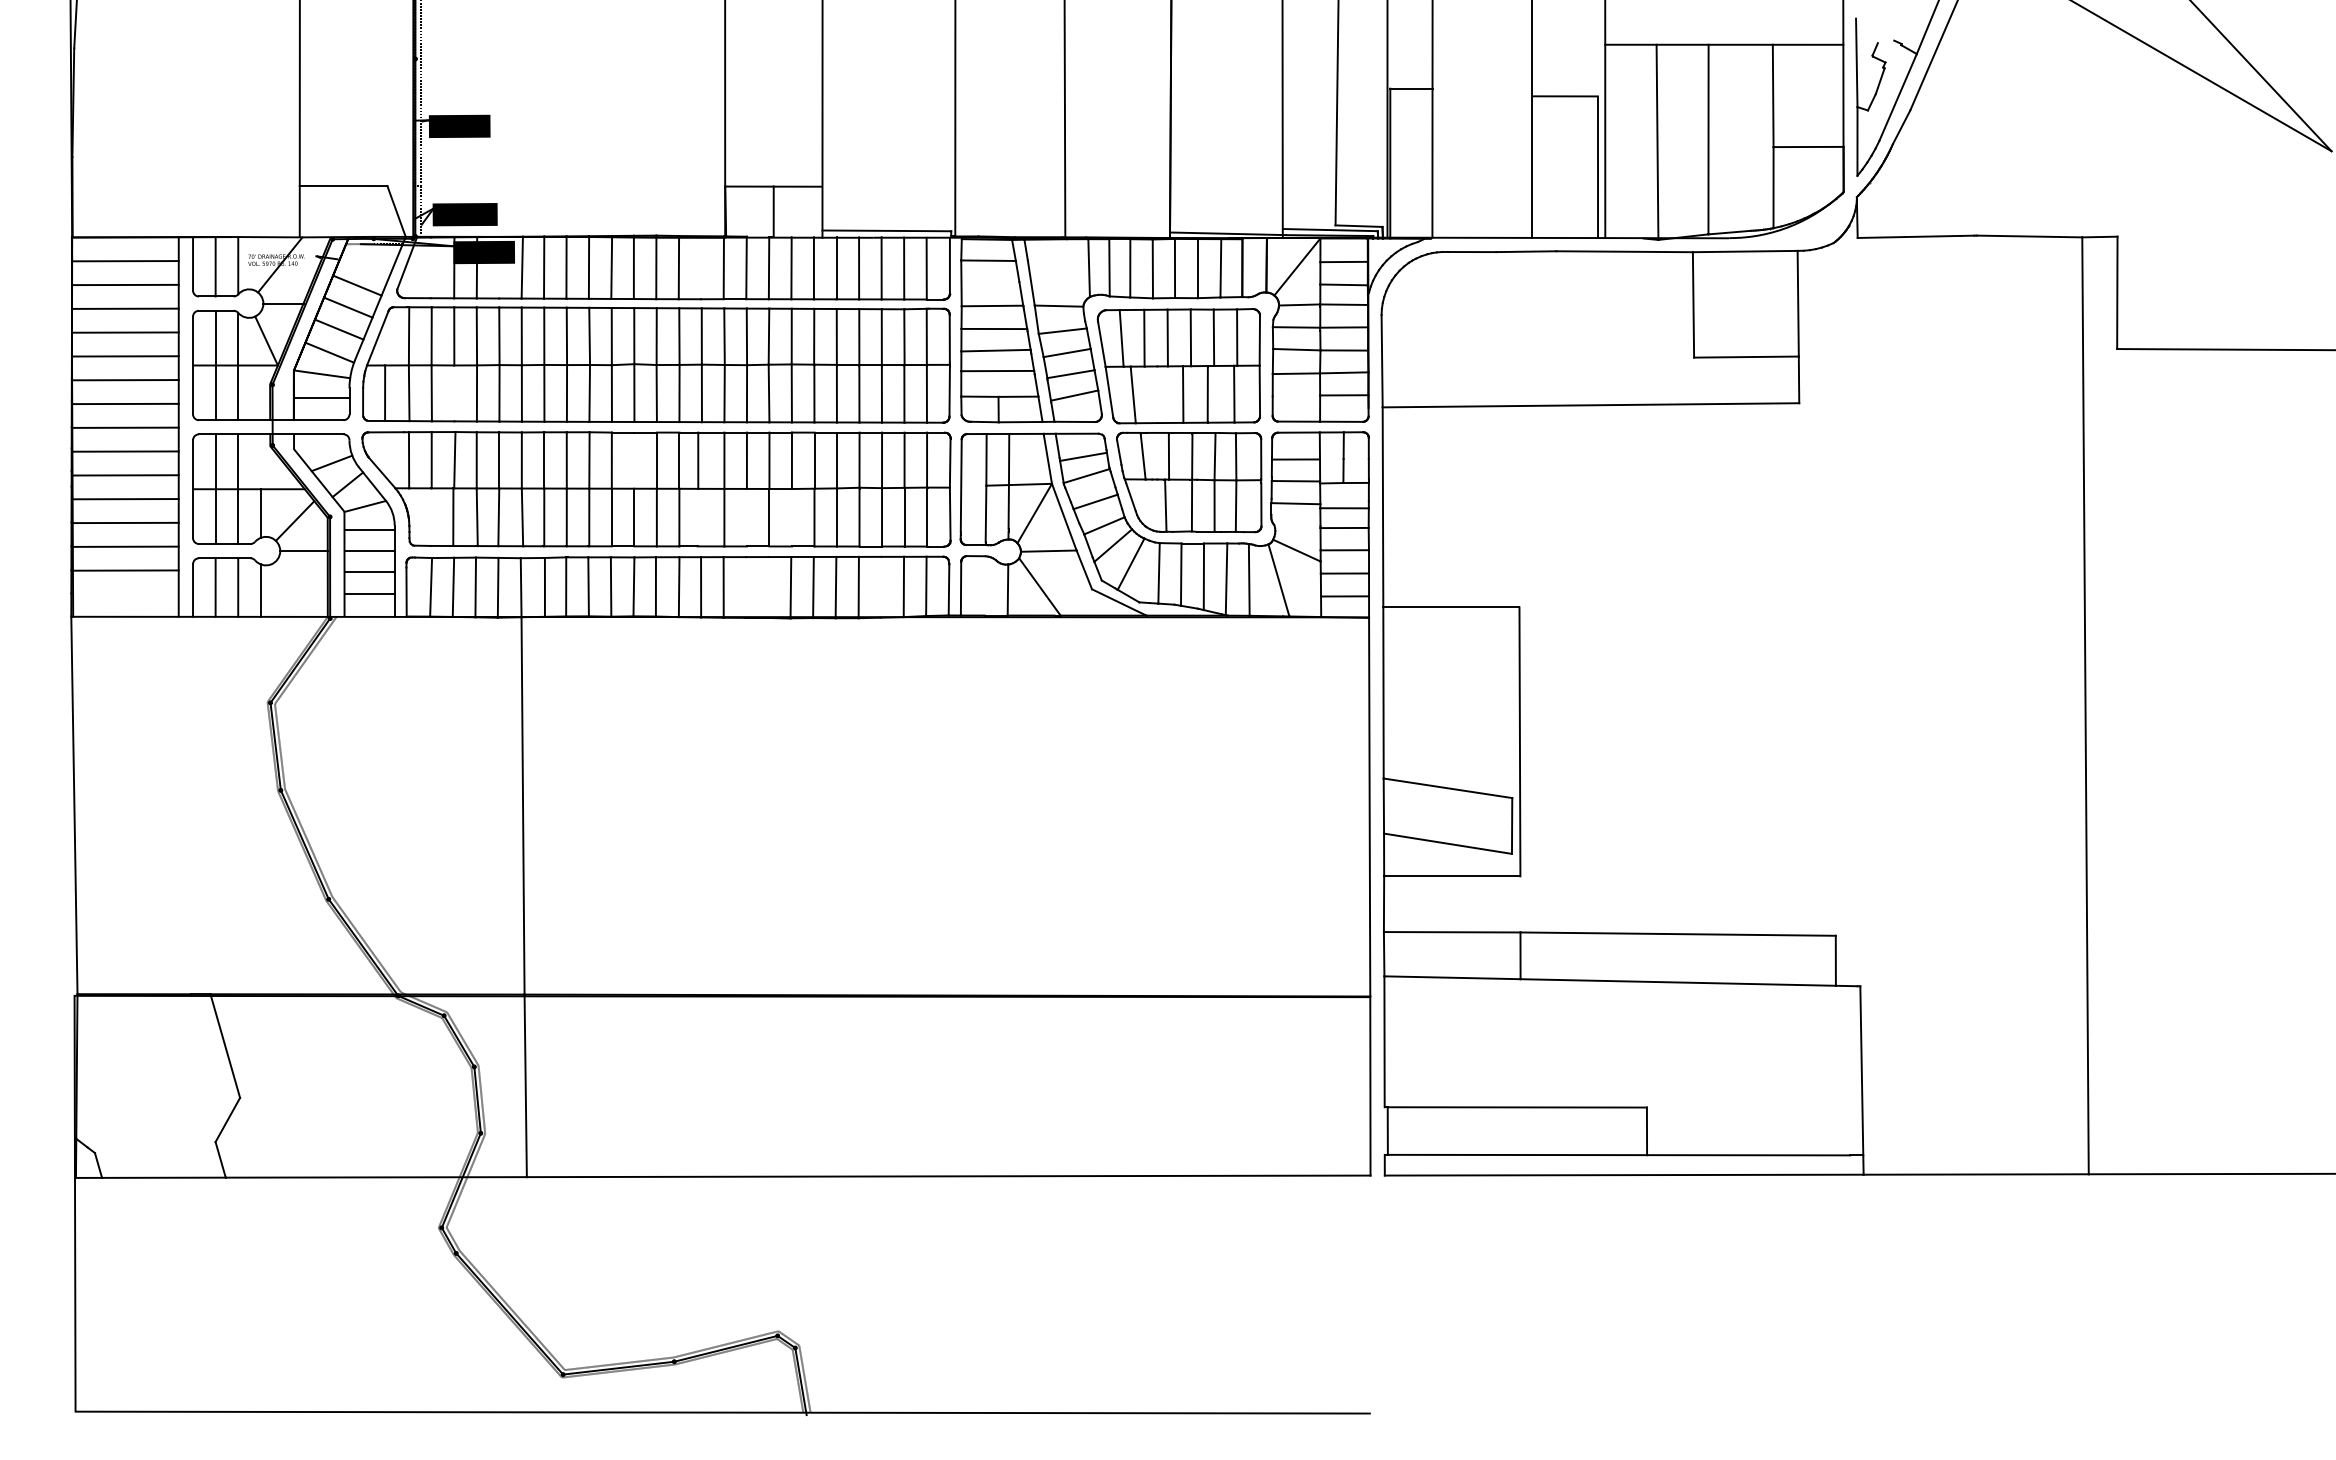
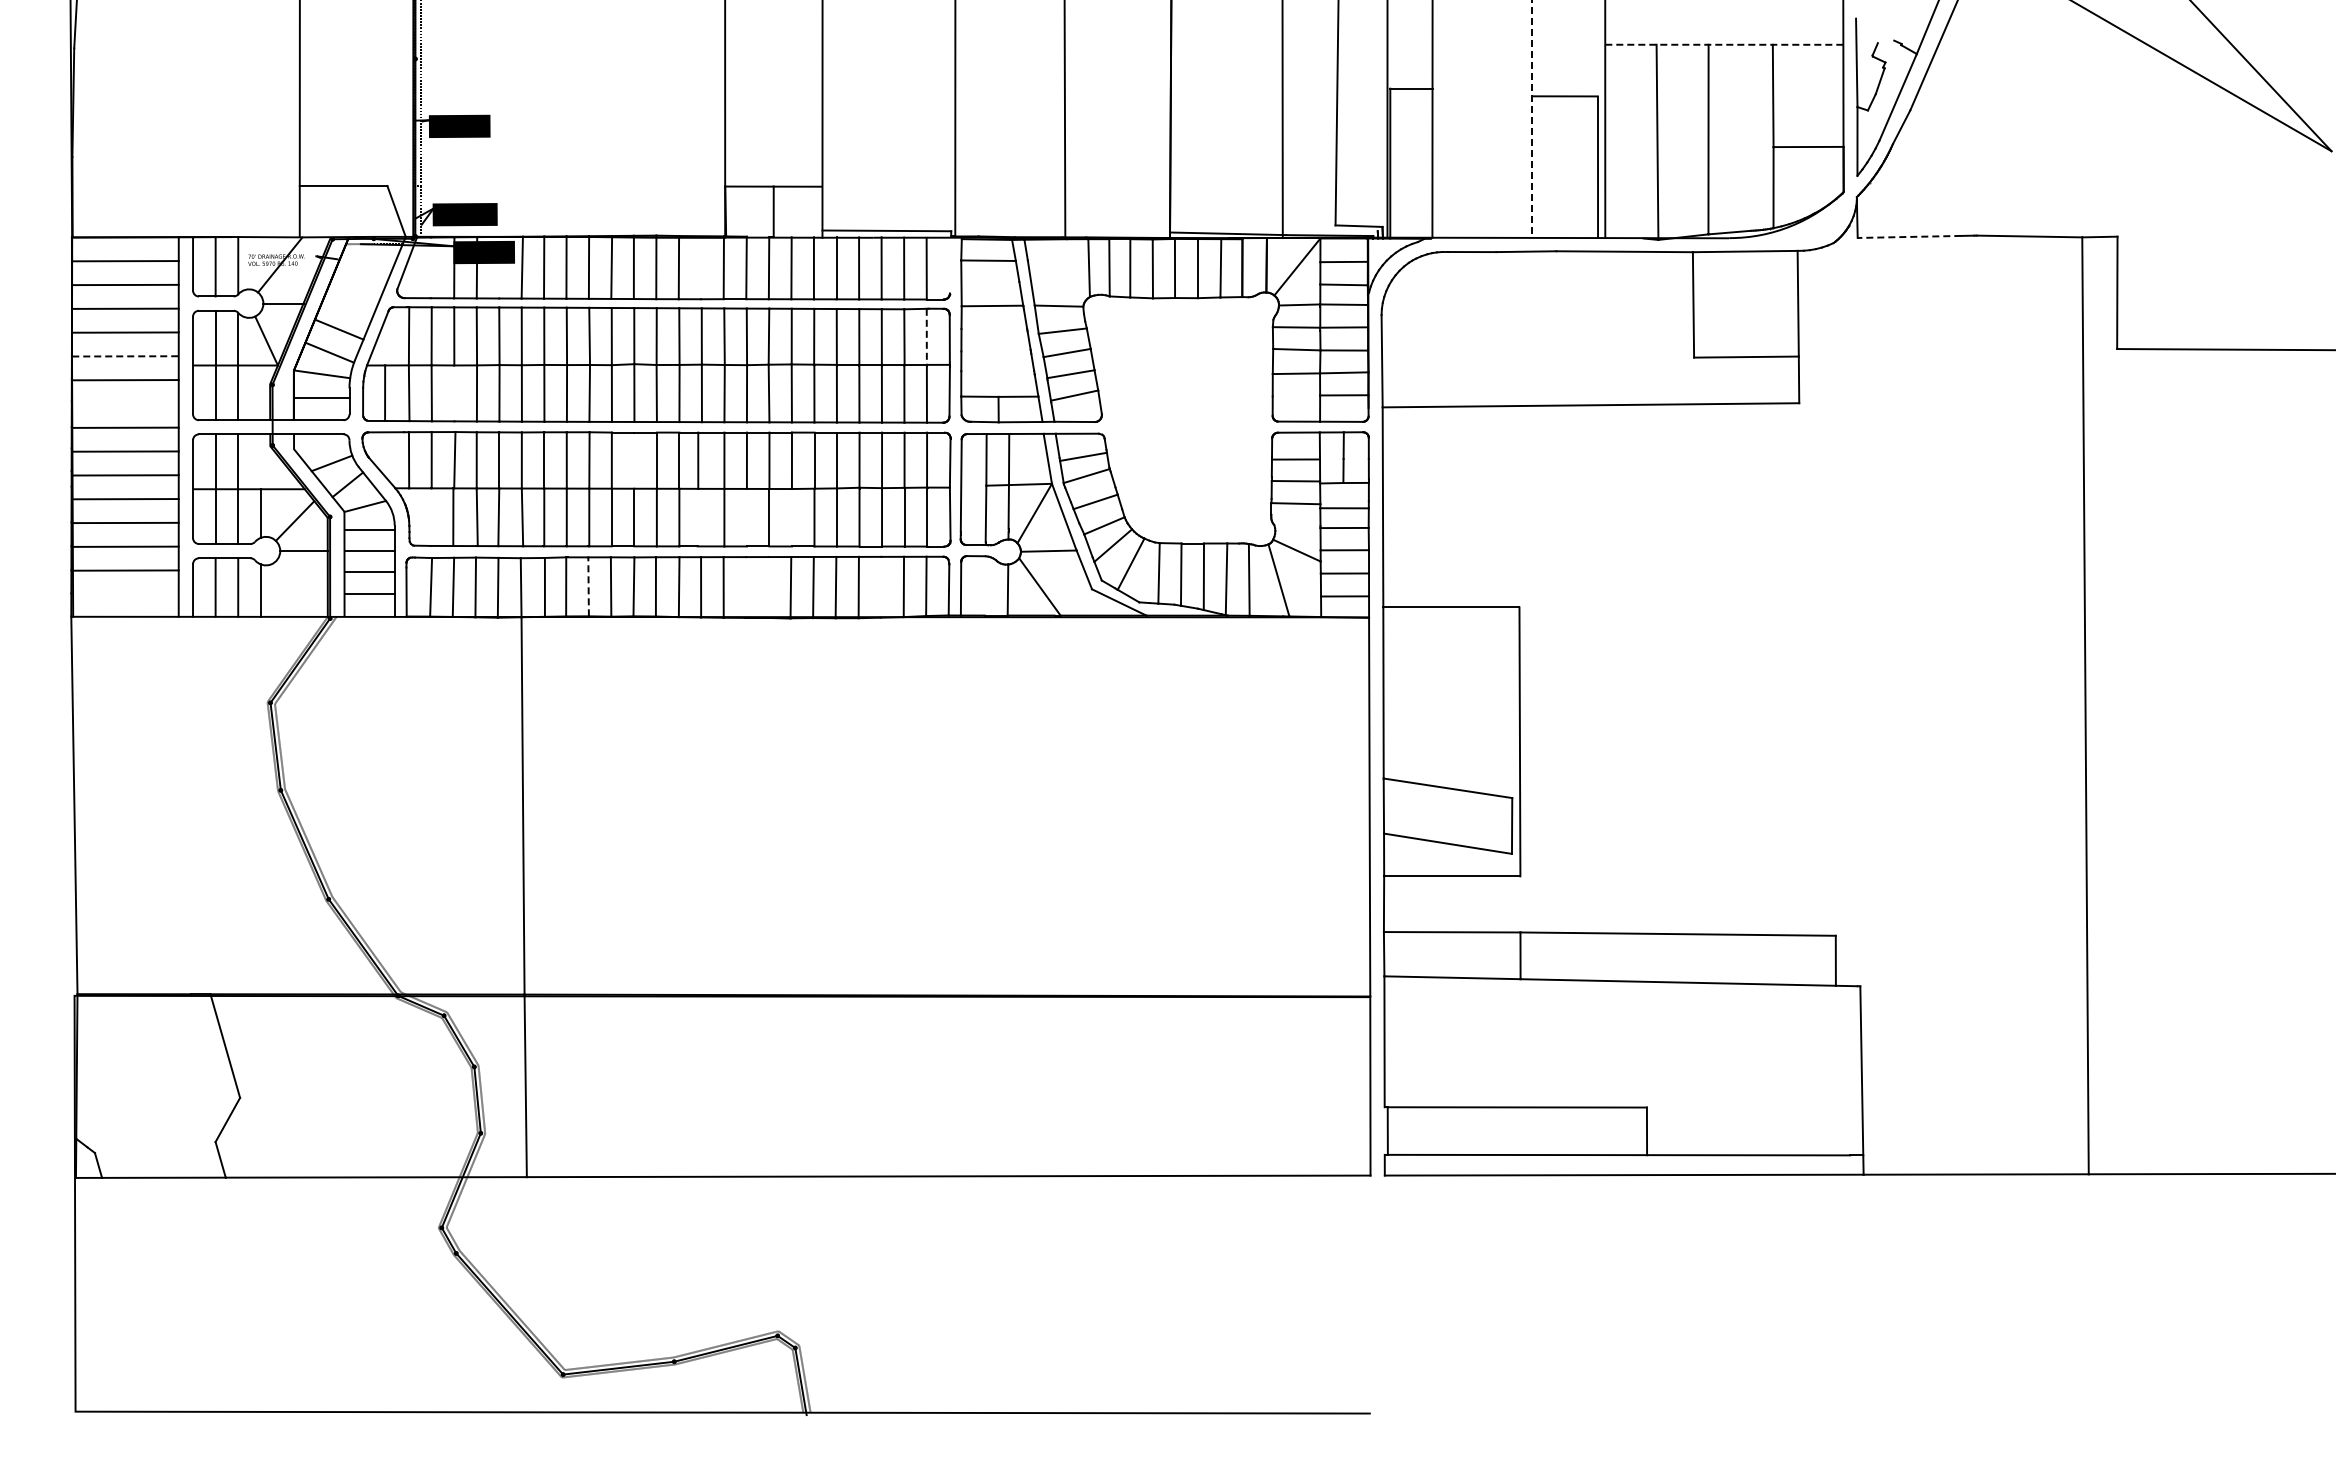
line at (1723, 44): solid -> dashed
line at (1532, 118): solid -> dashed
line at (1329, 230): present -> none
line at (1909, 236): solid -> dashed
line at (949, 265): present -> none
line at (357, 285): present -> none
line at (348, 307): present -> none
line at (994, 328): present -> none
line at (926, 337): solid -> dashed
line at (995, 350): present -> none
line at (125, 356): solid -> dashed
line at (997, 370): present -> none
line at (125, 403): present -> none
part at (1179, 420): present -> none
line at (588, 586): solid -> dashed
